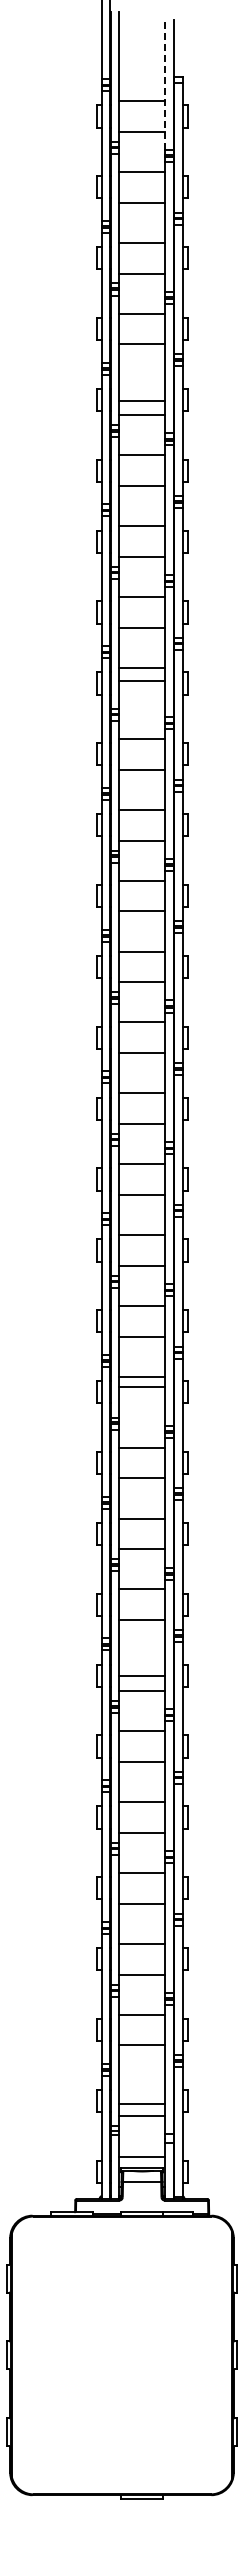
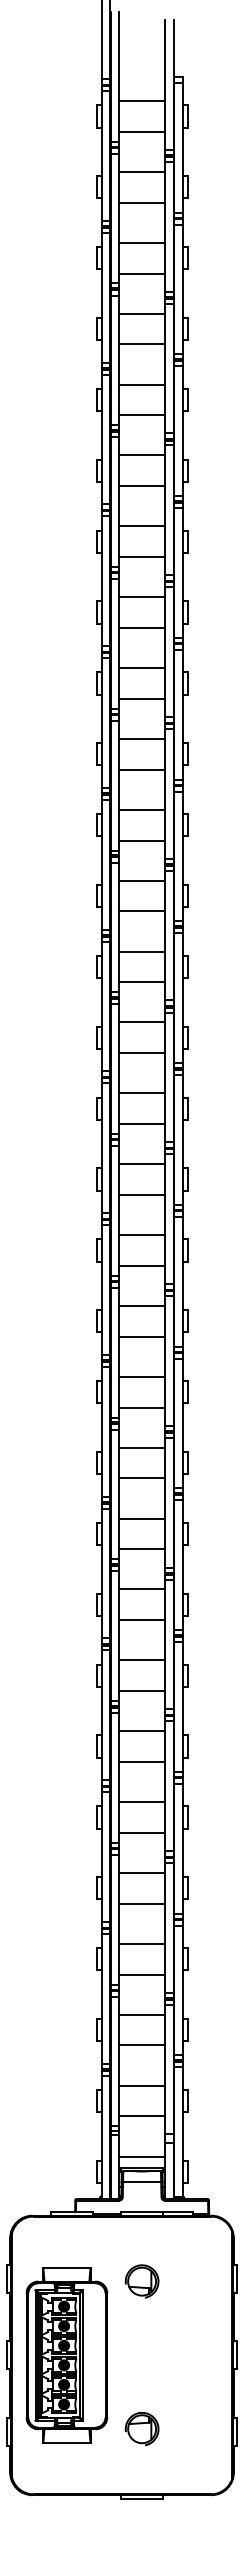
line at (165, 85): dashed -> solid
line at (141, 400) position: (141, 400) -> (141, 384)
line at (141, 680) position: (141, 680) -> (141, 698)
line at (141, 1386) position: (141, 1386) -> (141, 1407)
line at (141, 1676) position: (141, 1676) -> (141, 1660)
line at (141, 2103) position: (141, 2103) -> (141, 2085)
part at (141, 2281): none -> present
part at (66, 2355): none -> present
part at (141, 2429): none -> present
